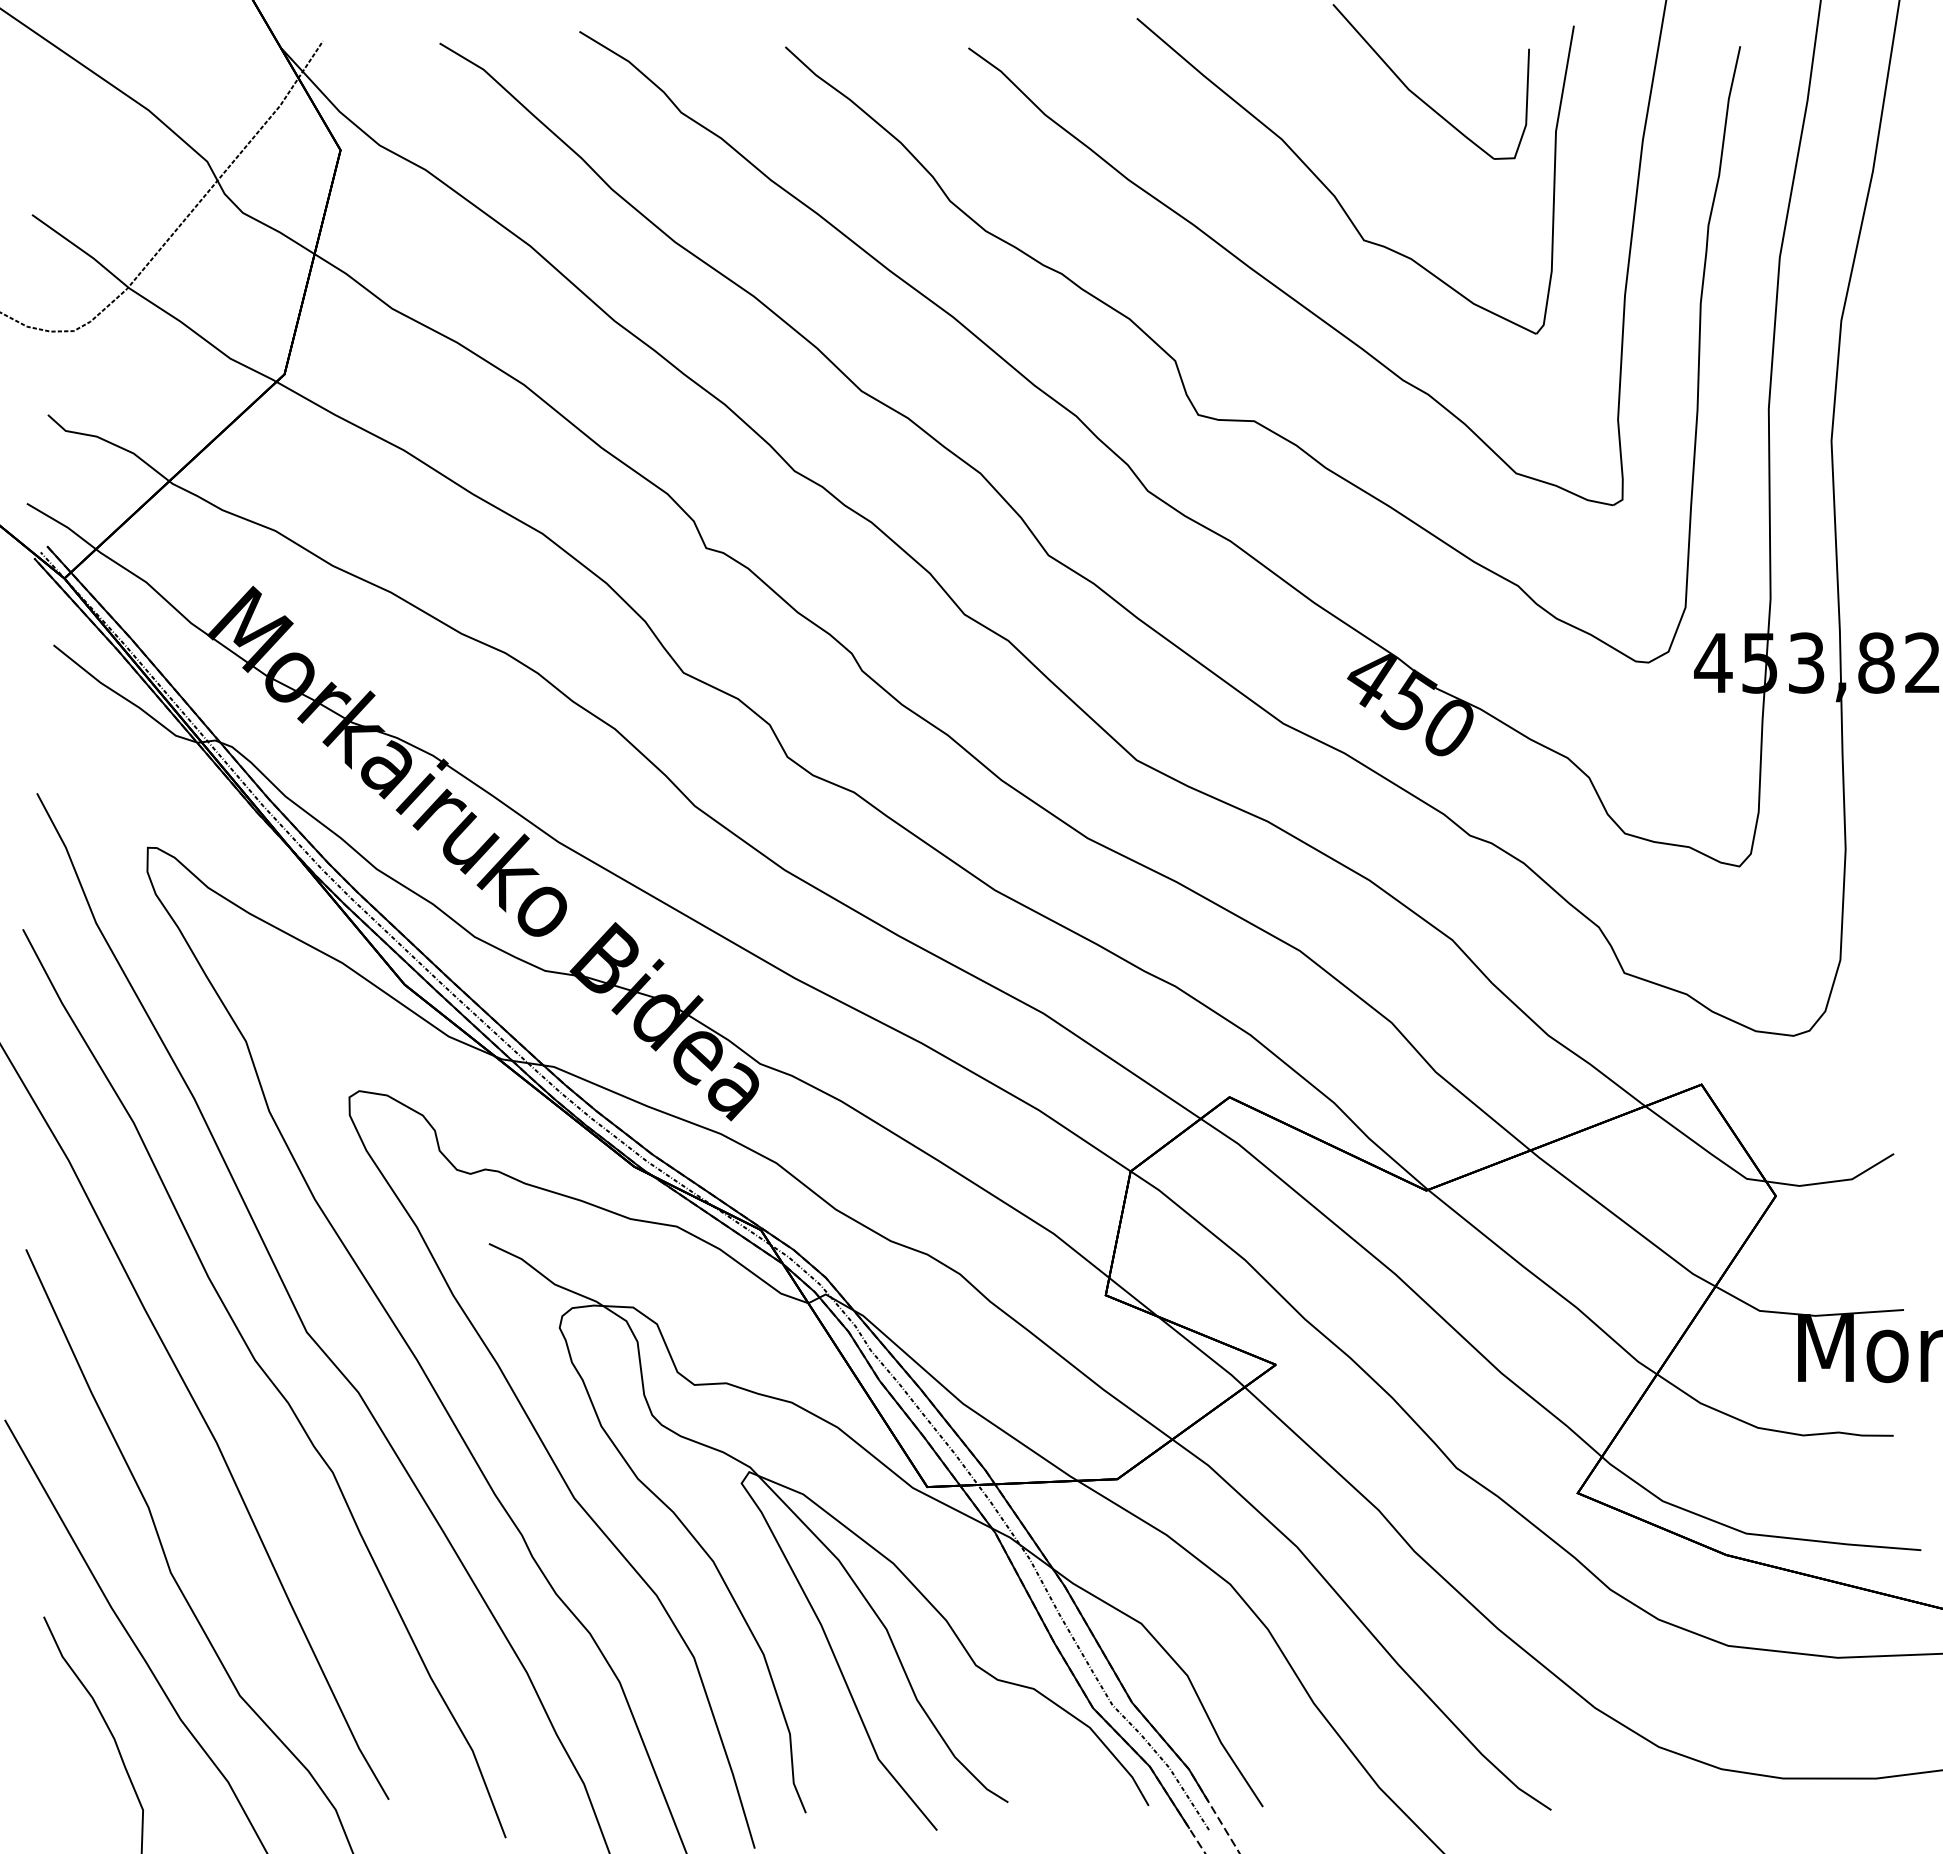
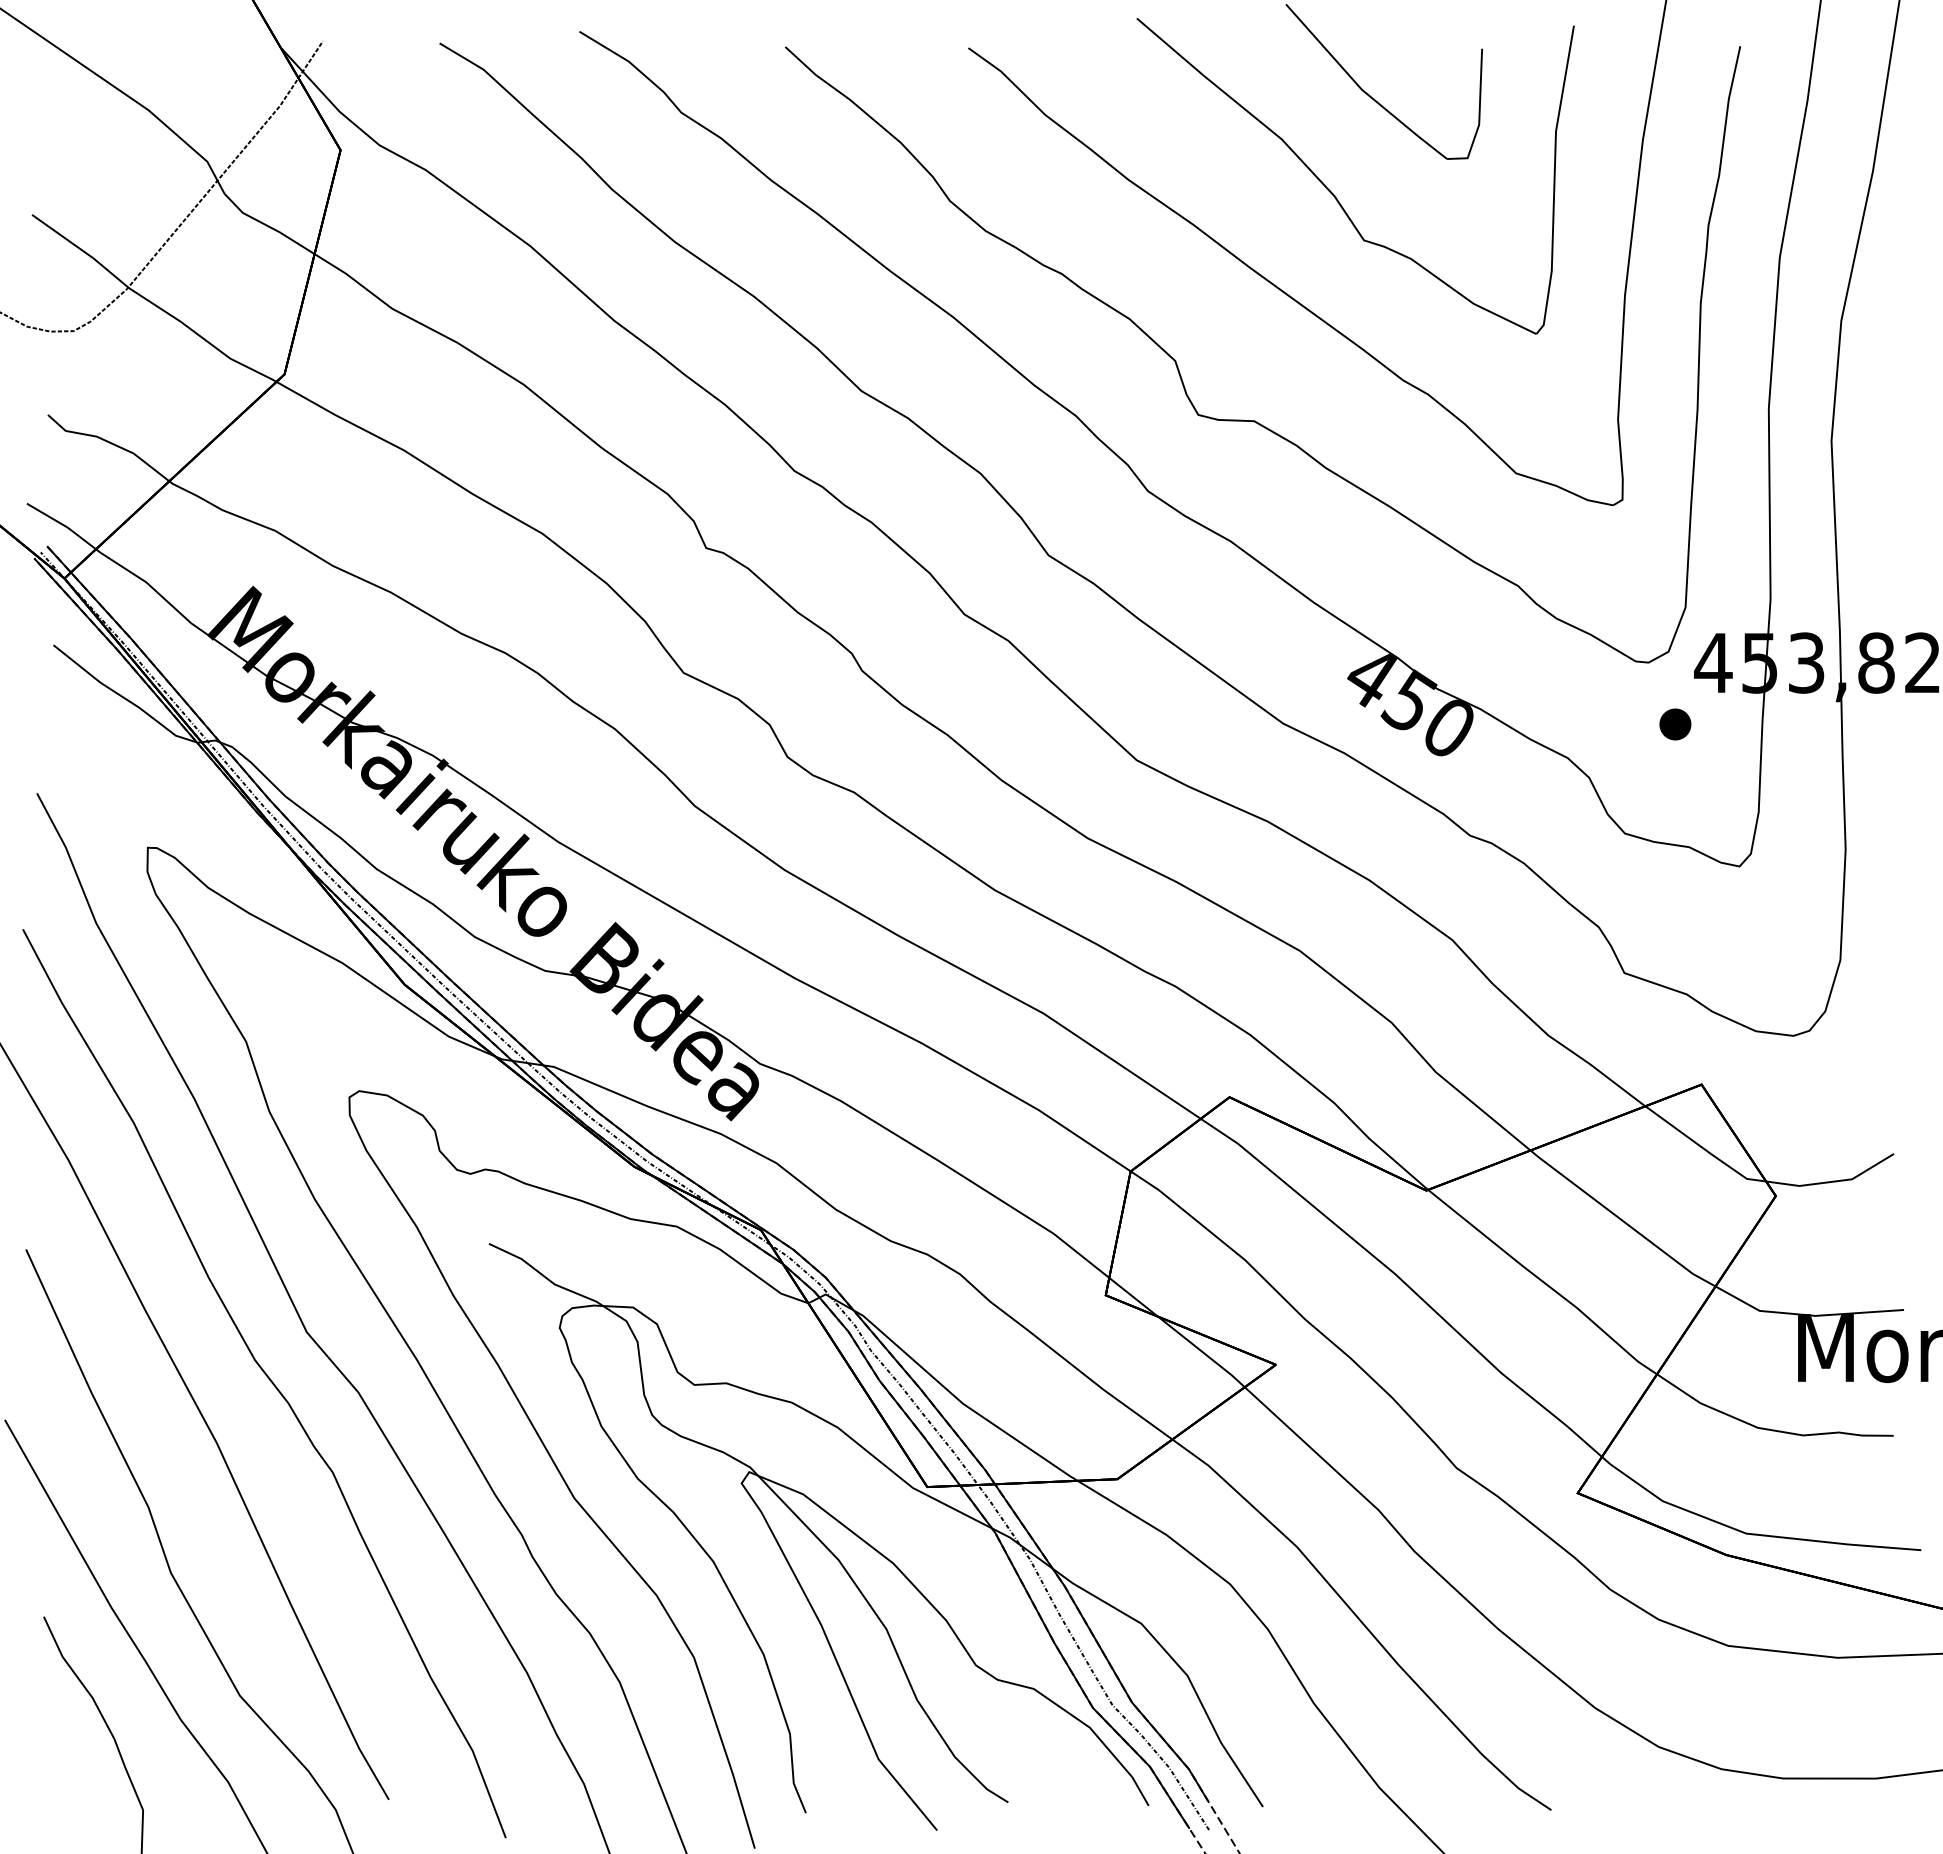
part at (1416, 94) position: (1416, 94) -> (1369, 94)
part at (1675, 724): none -> present
